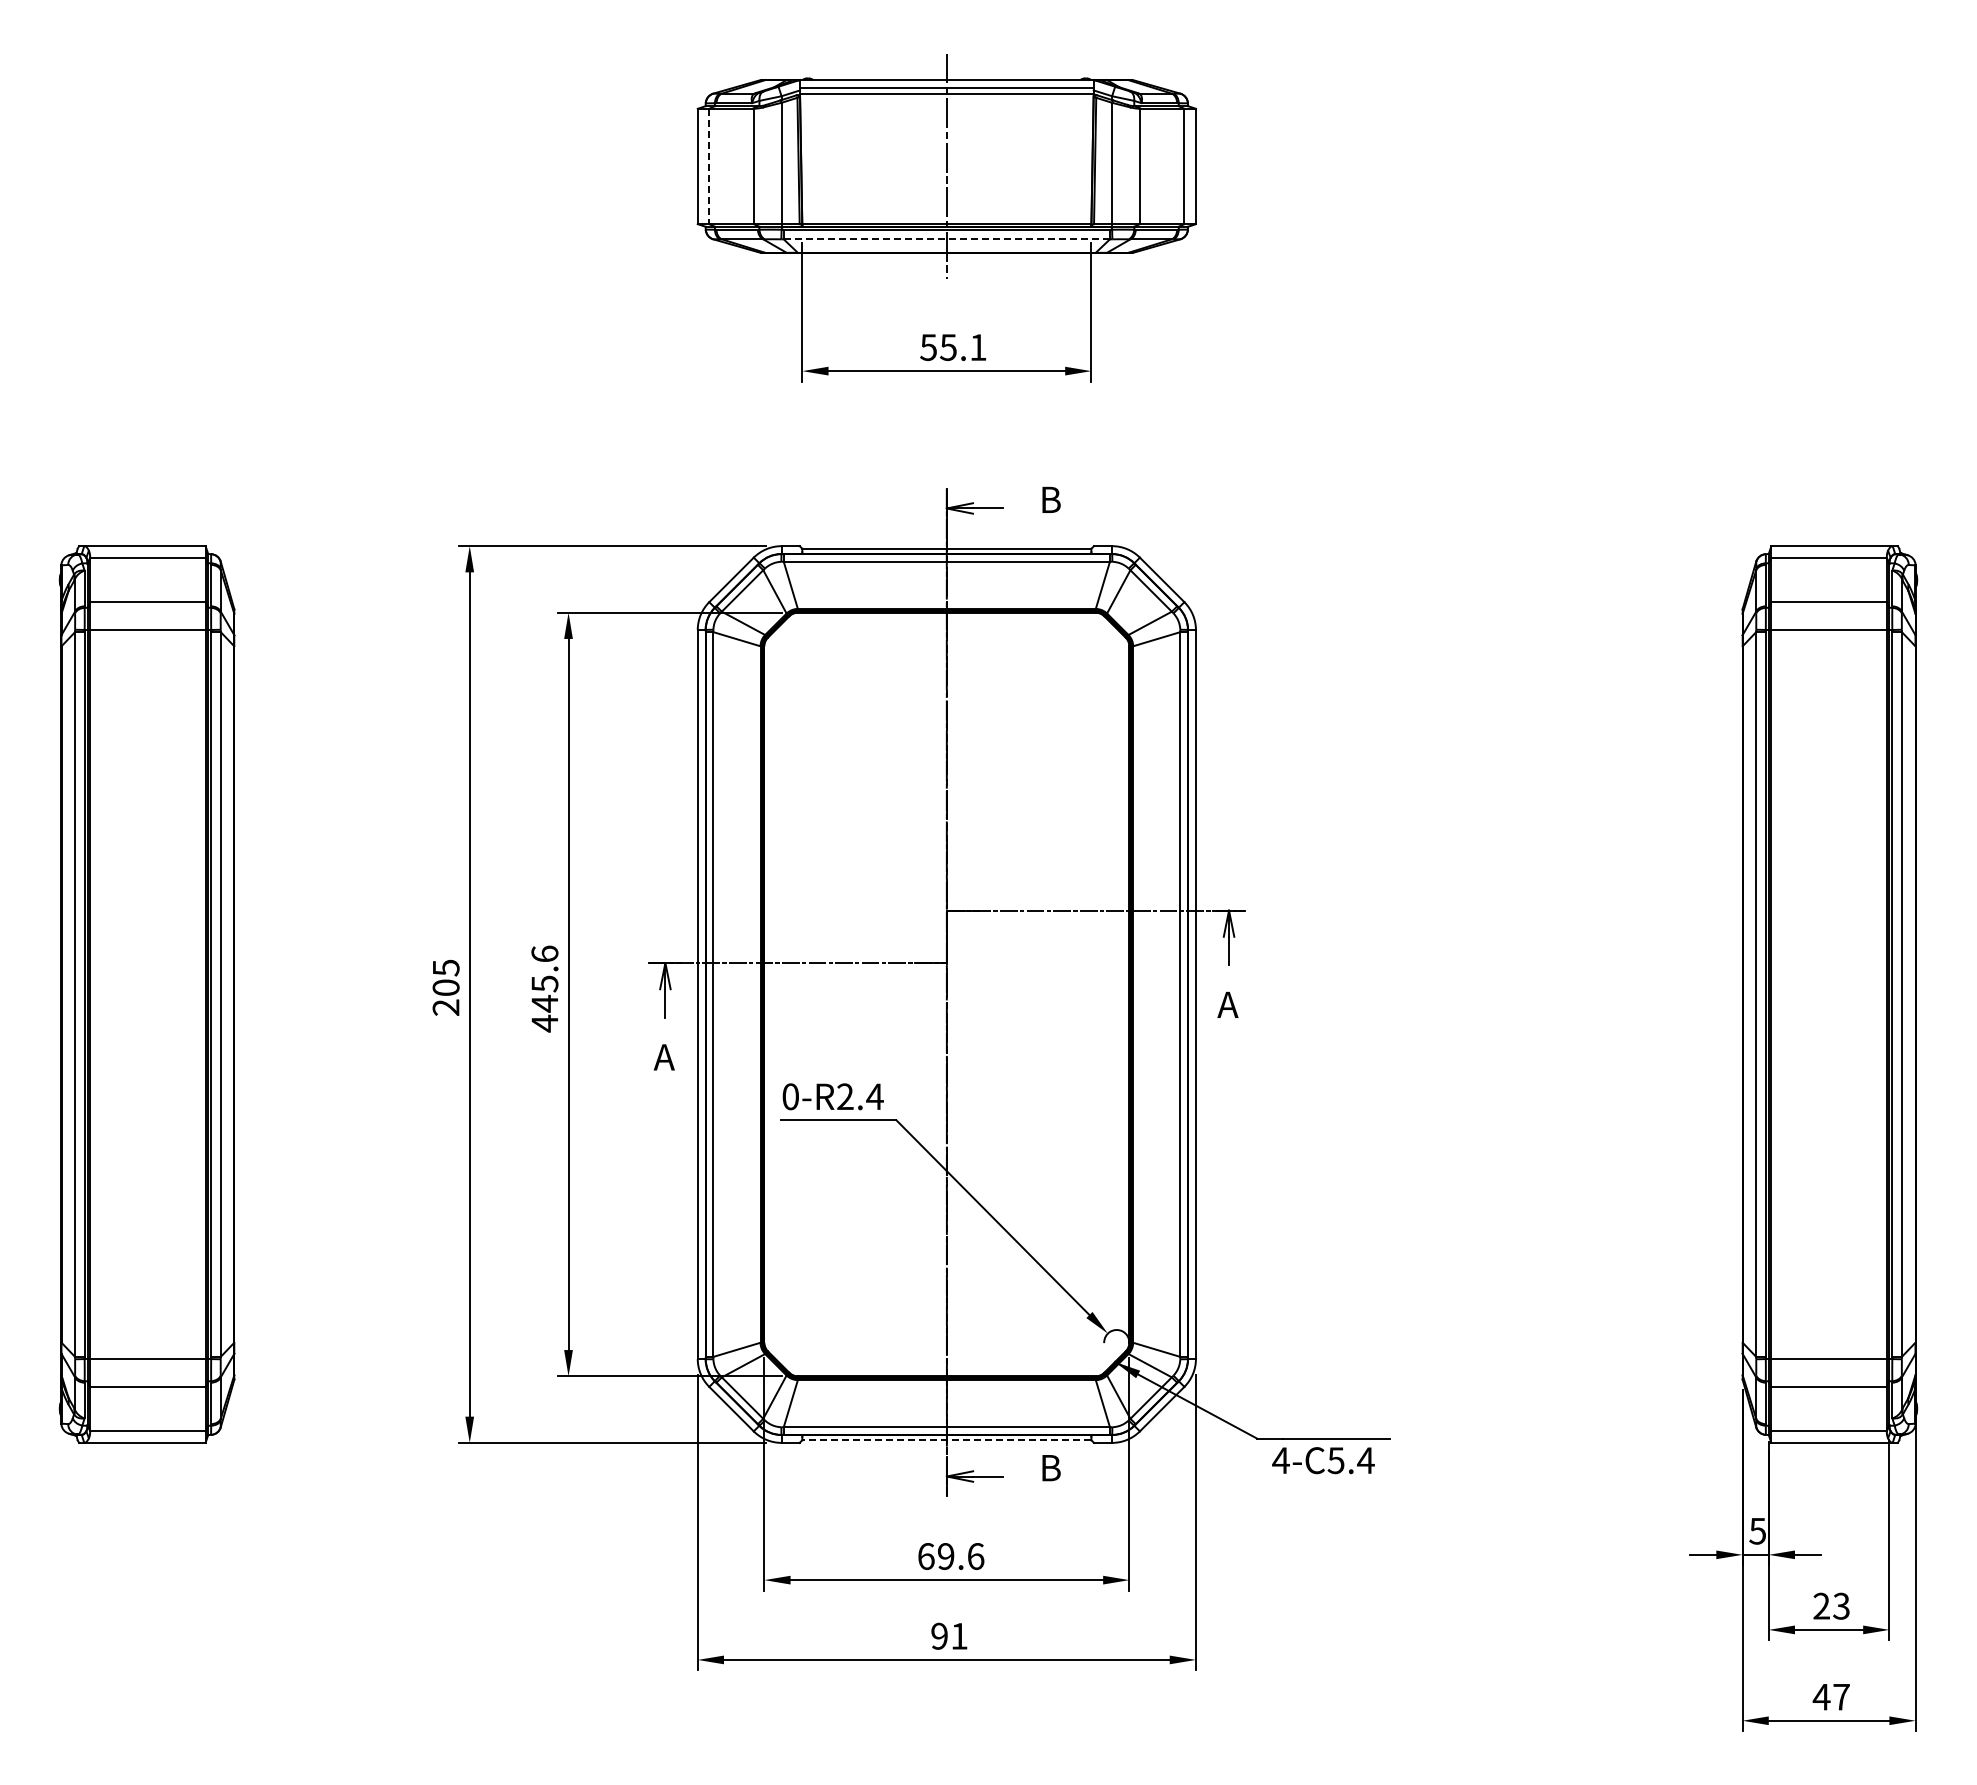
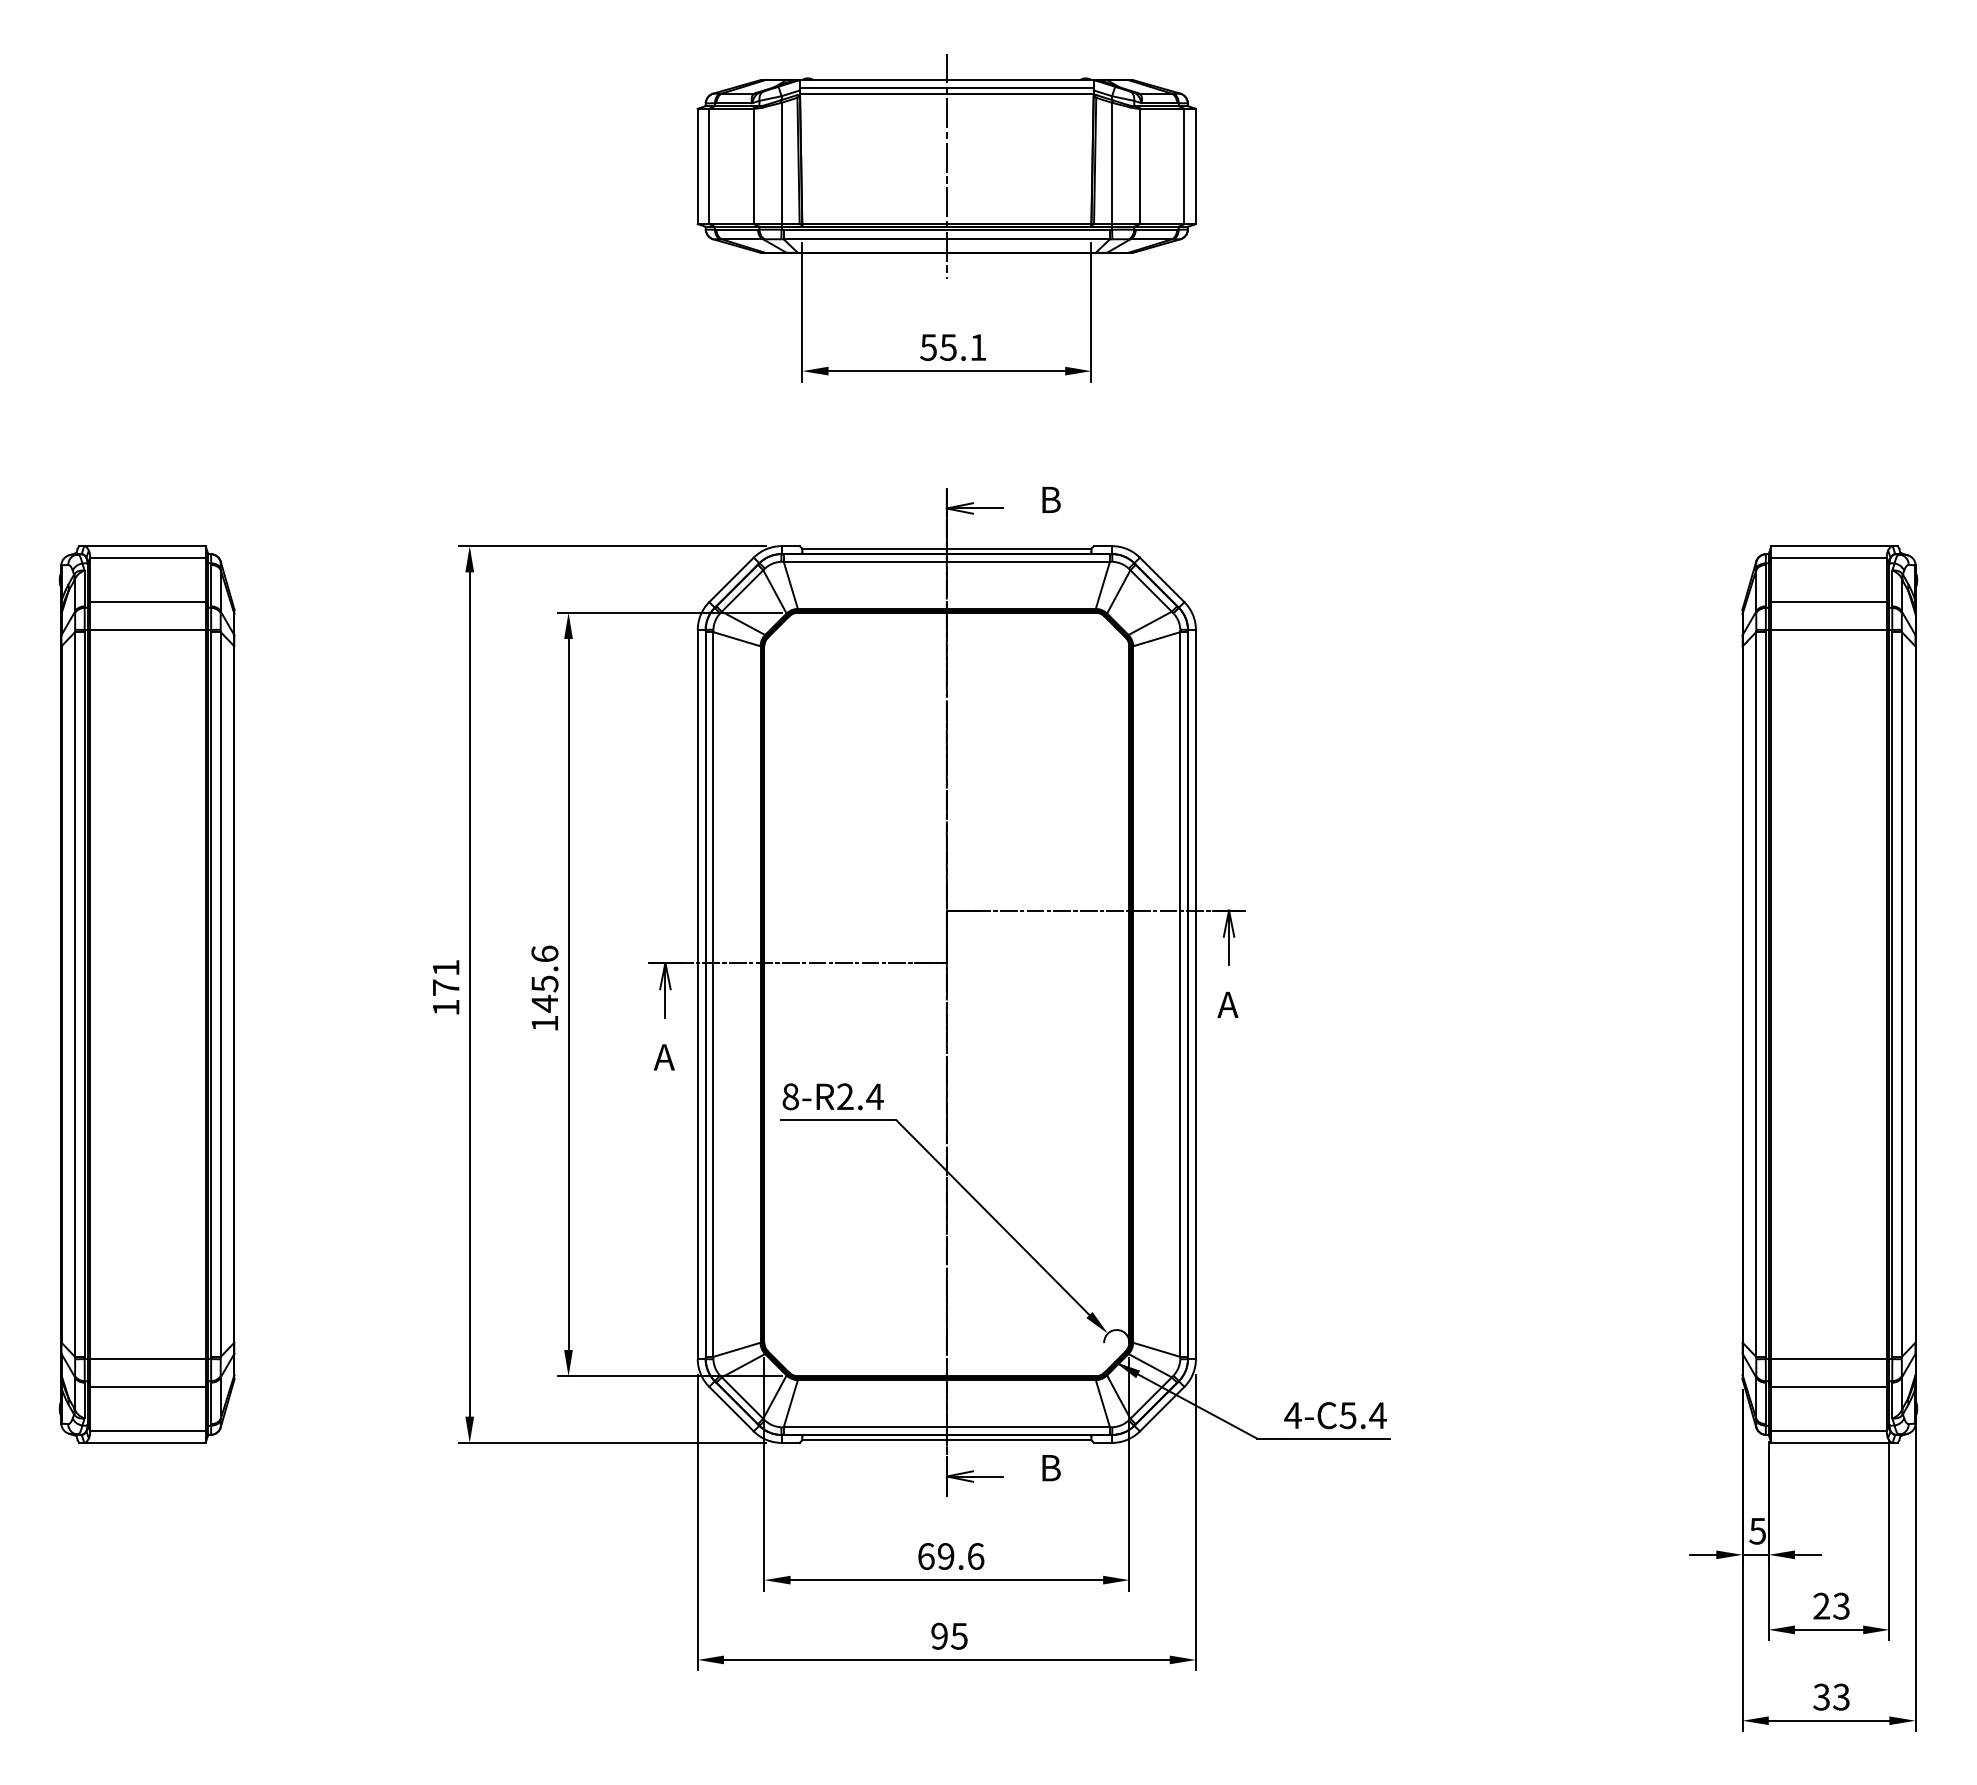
line at (709, 166): dashed -> solid
line at (947, 239): dashed -> solid
text at (445, 987): 205 -> 171
text at (544, 1023): 445.6 -> 145.6
text at (790, 1096): 0-R2.4 -> 8-R2.4
line at (946, 1440): dashed -> solid
text at (1323, 1460) position: (1323, 1460) -> (1335, 1415)
text at (958, 1636): 91 -> 95
text at (1830, 1696): 47 -> 33
